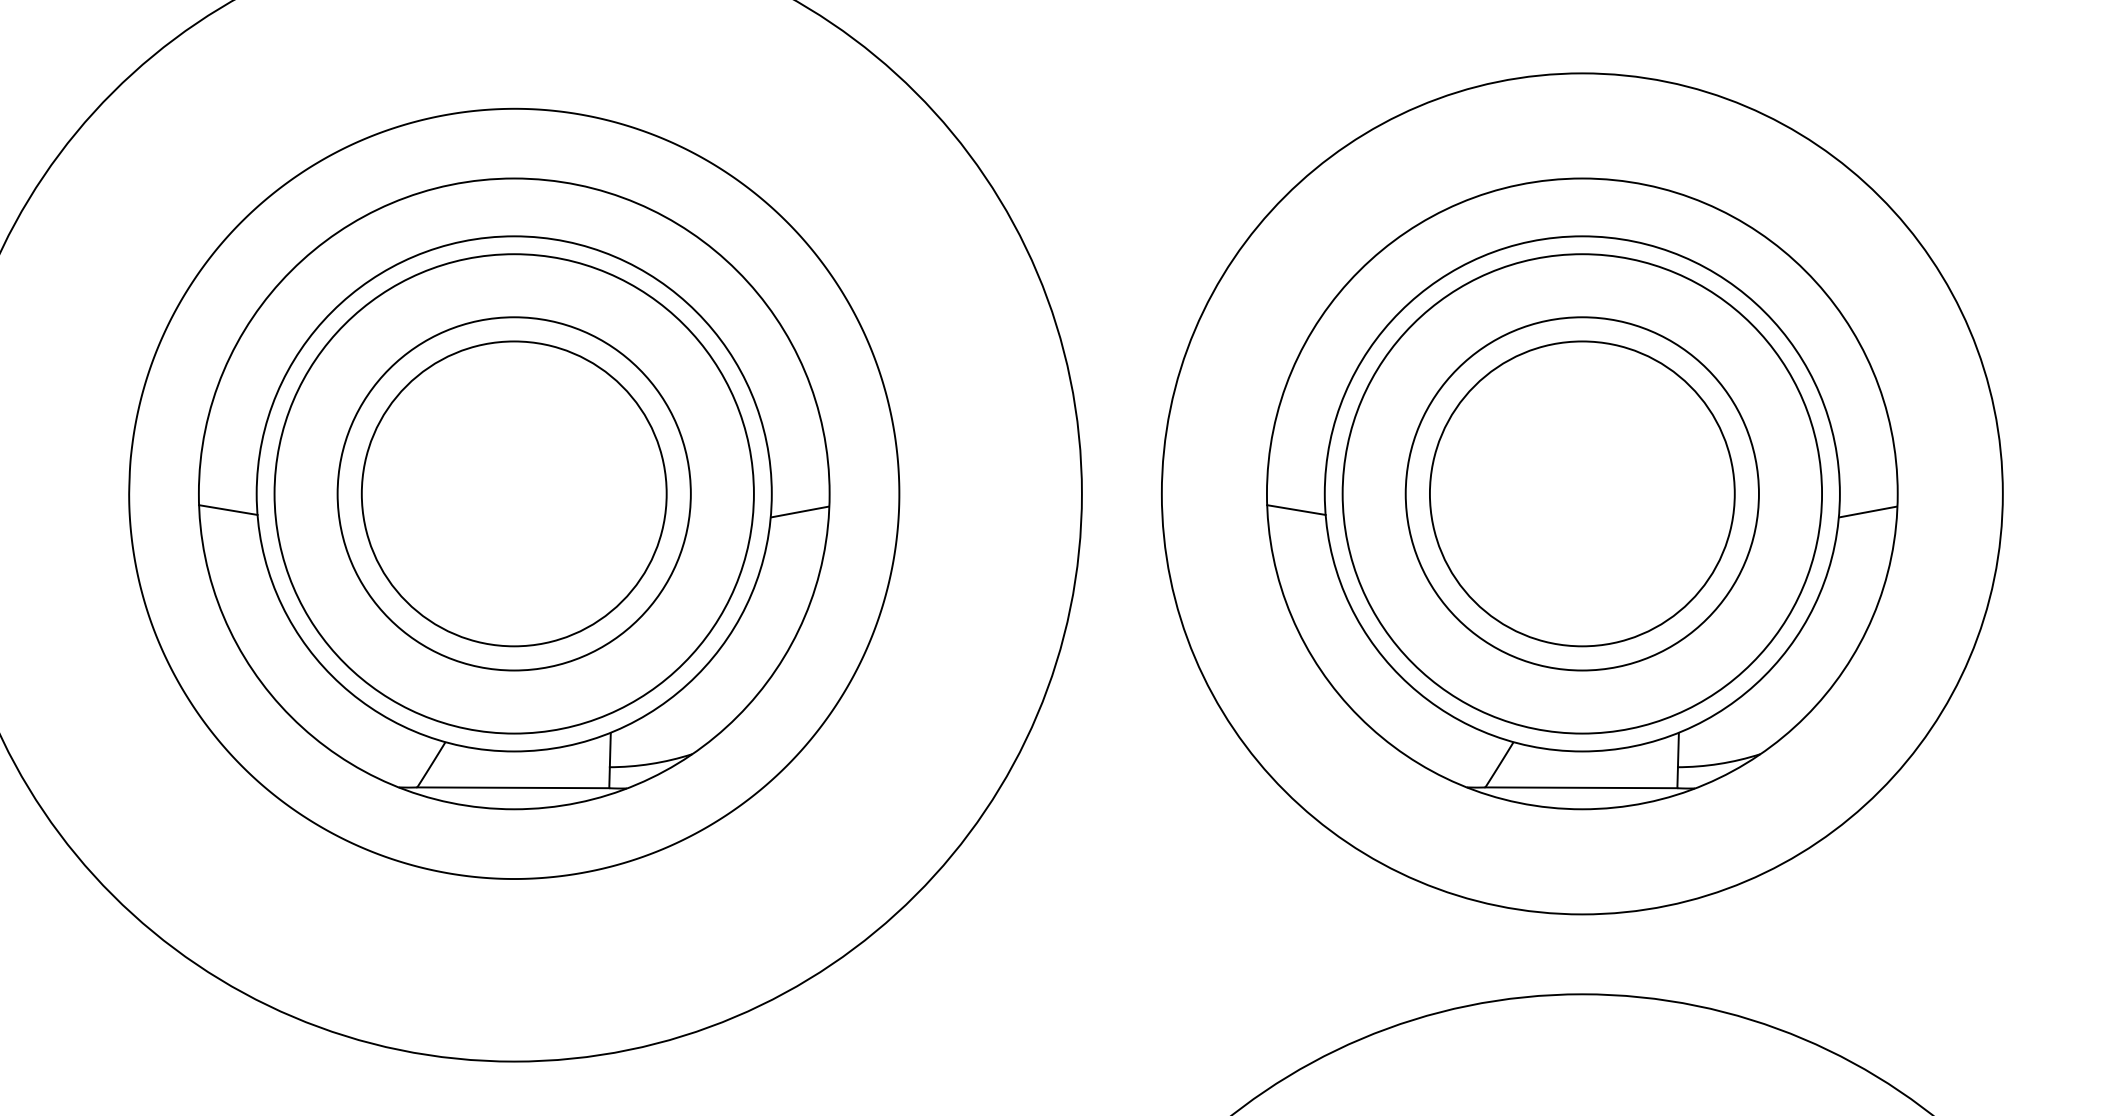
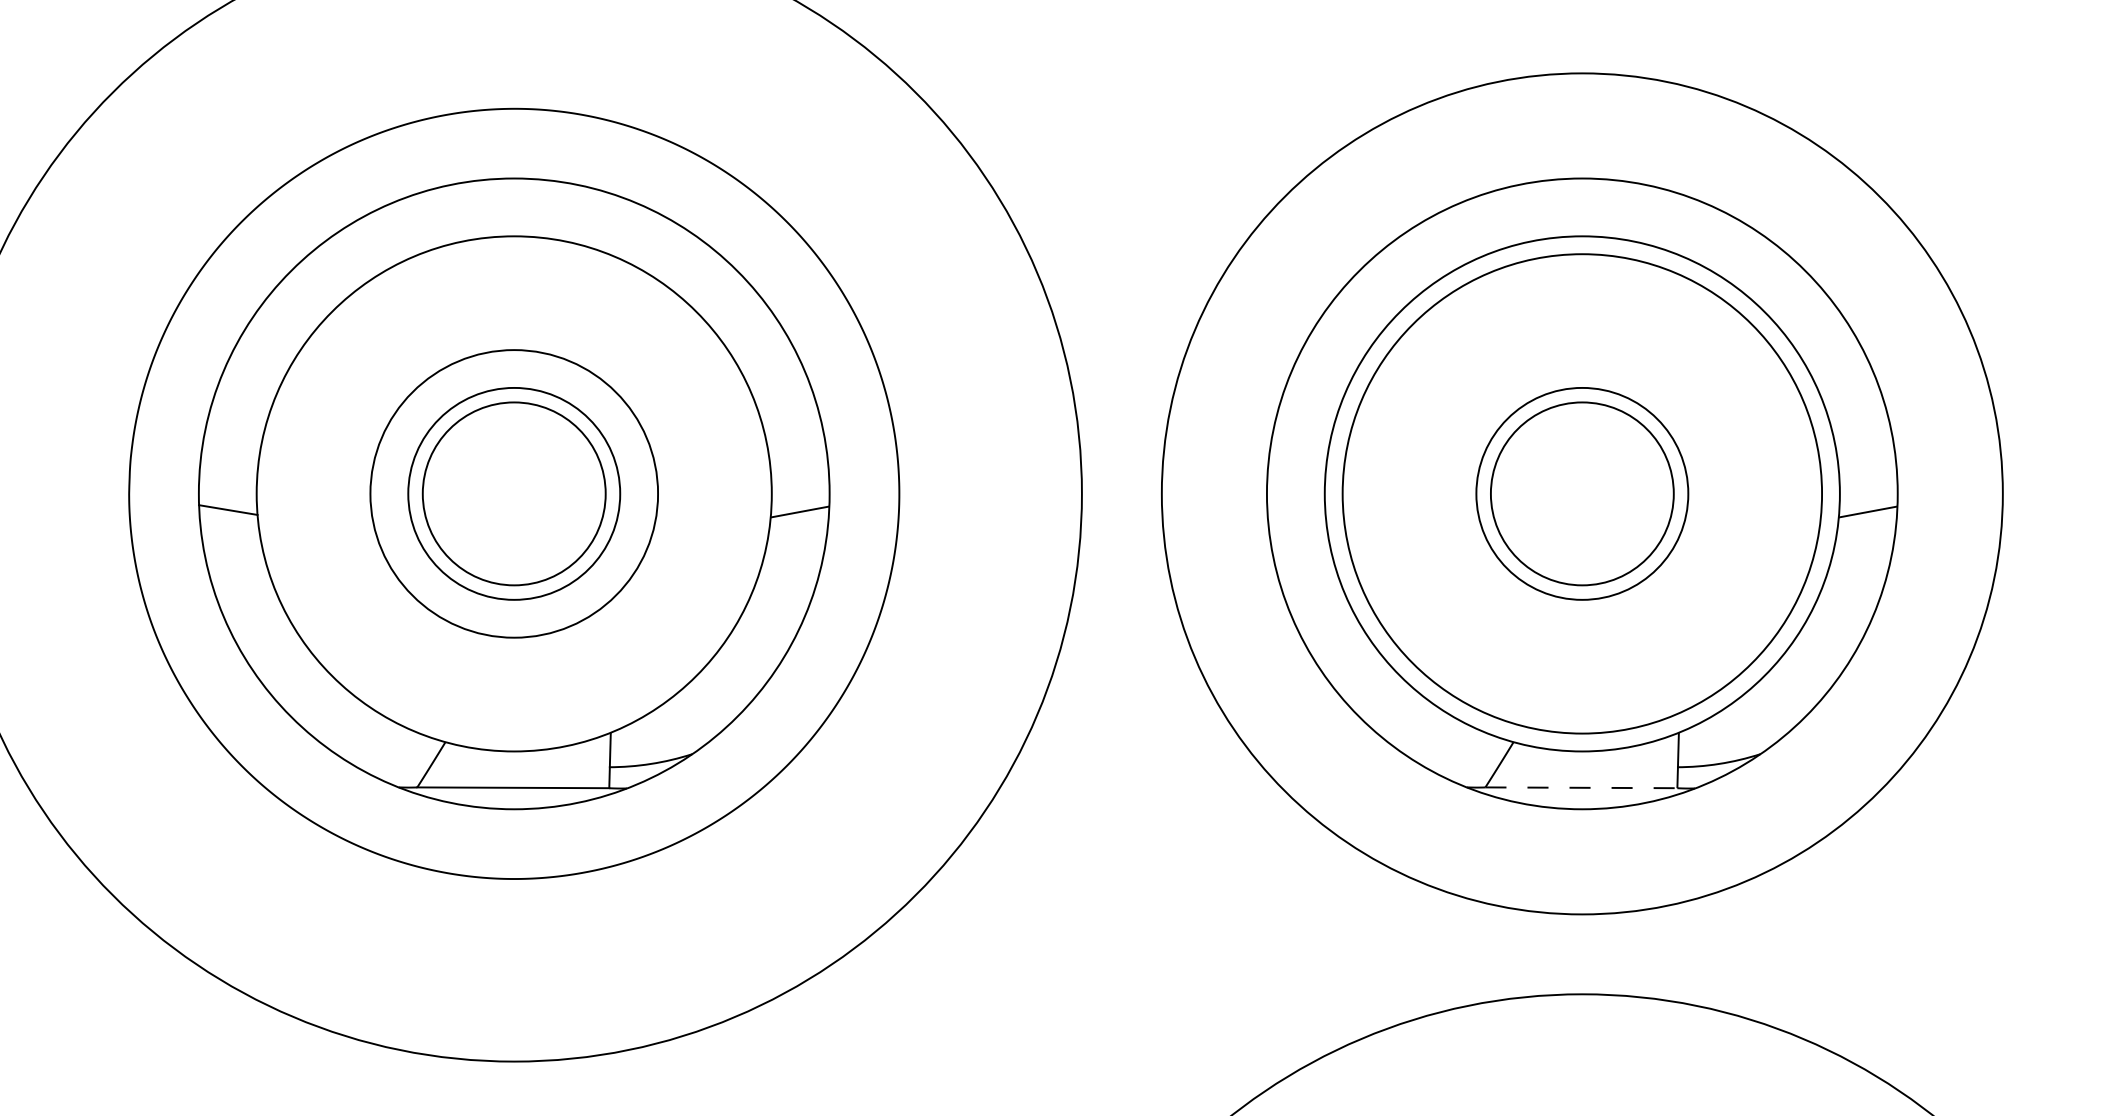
circle at (513, 493) diameter: 305 px -> 183 px
circle at (513, 493) diameter: 353 px -> 212 px
circle at (513, 493) diameter: 479 px -> 288 px
circle at (1581, 493) diameter: 305 px -> 183 px
circle at (1581, 493) diameter: 353 px -> 212 px
line at (1296, 509): present -> none
line at (1581, 787): solid -> dashed
